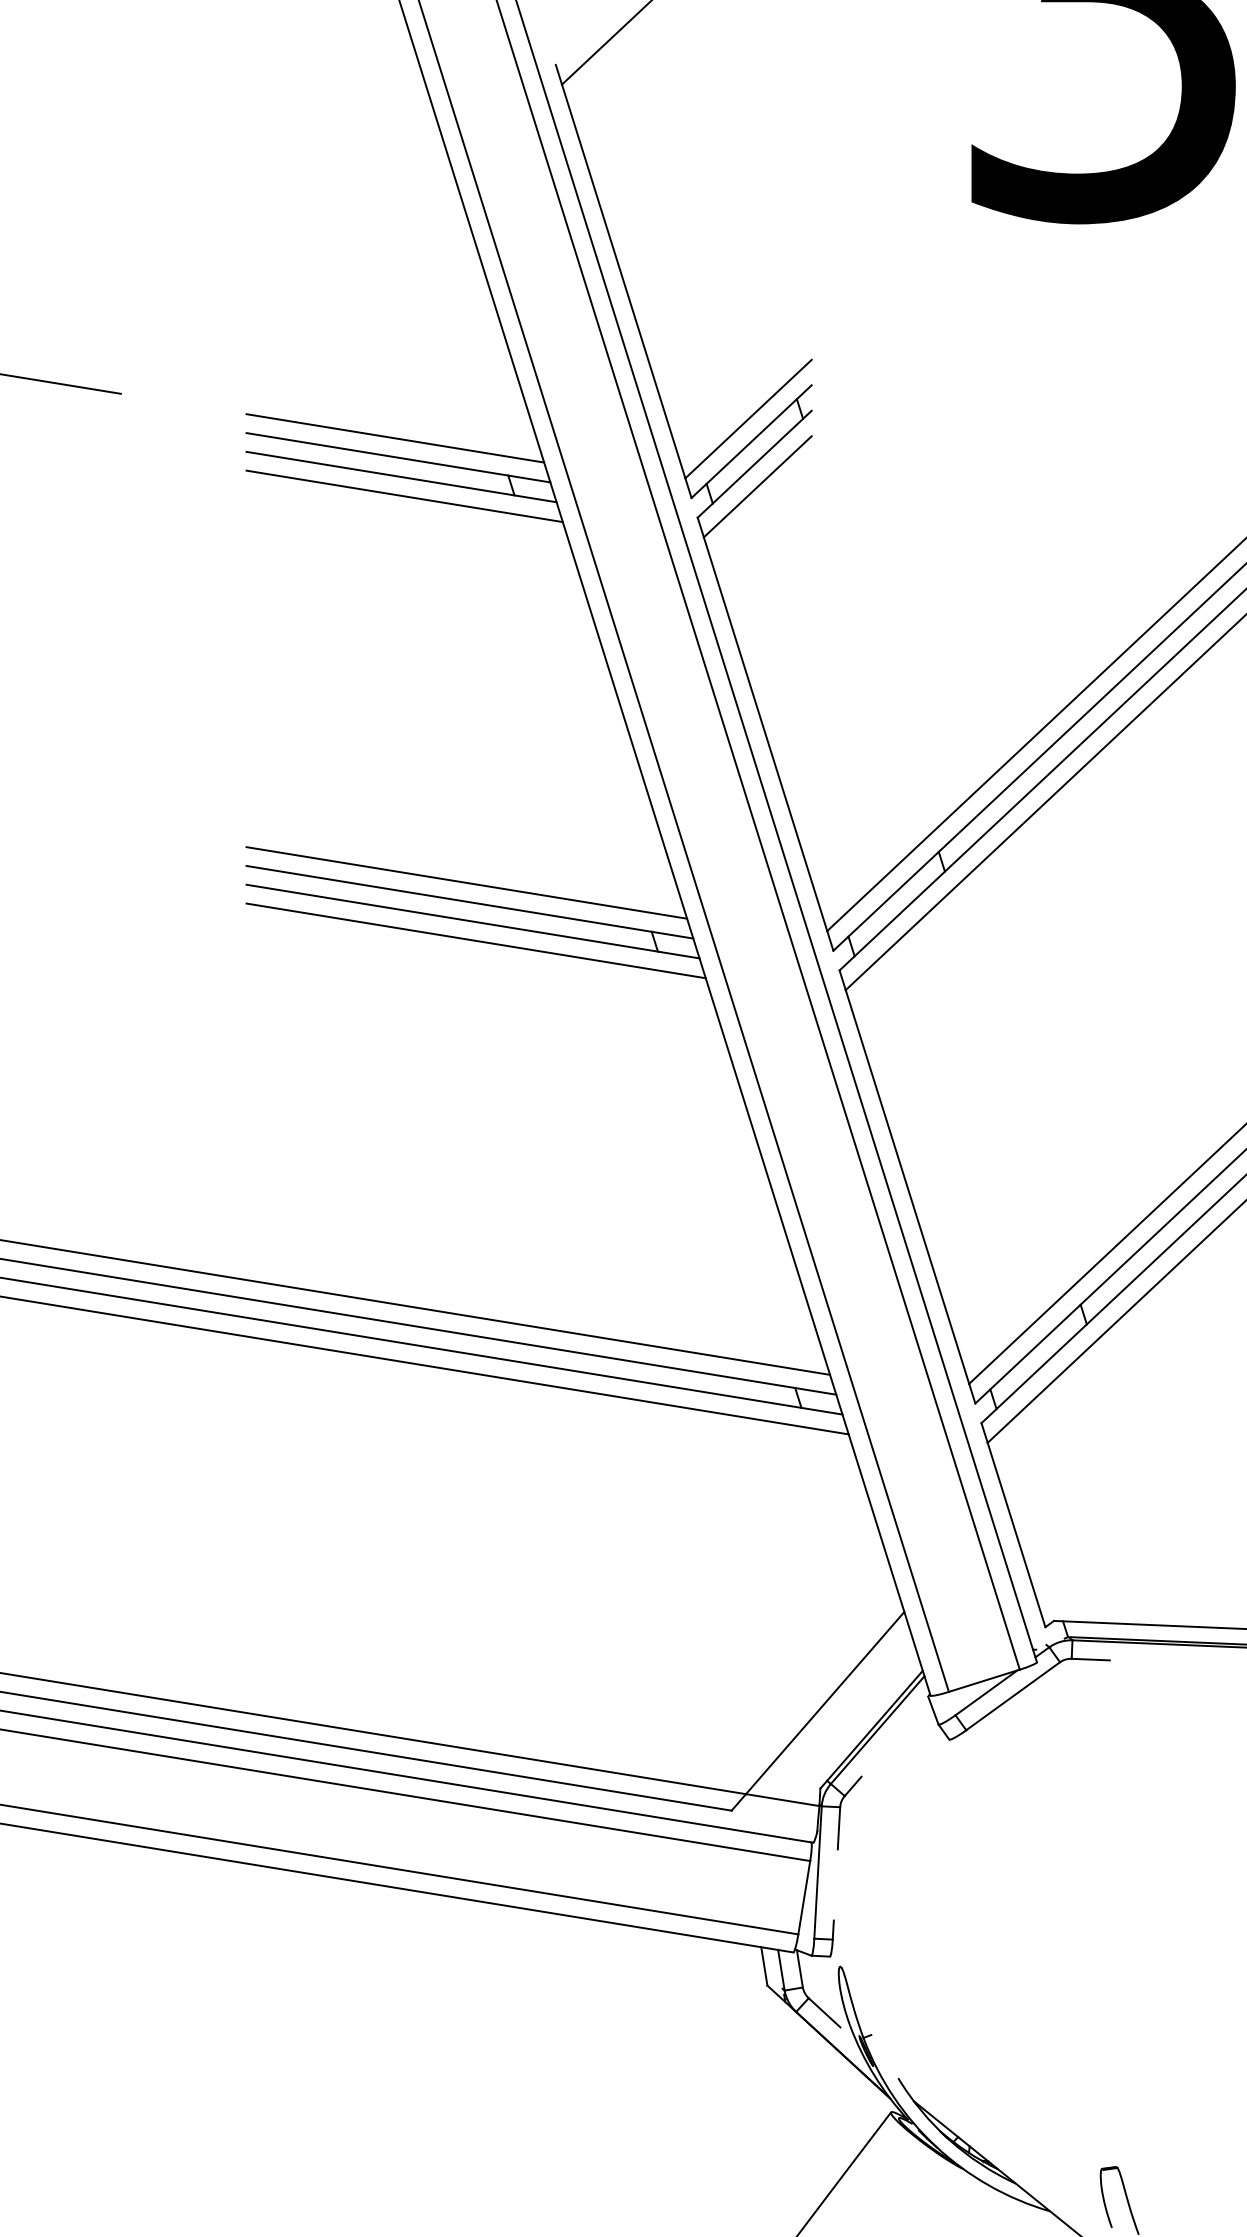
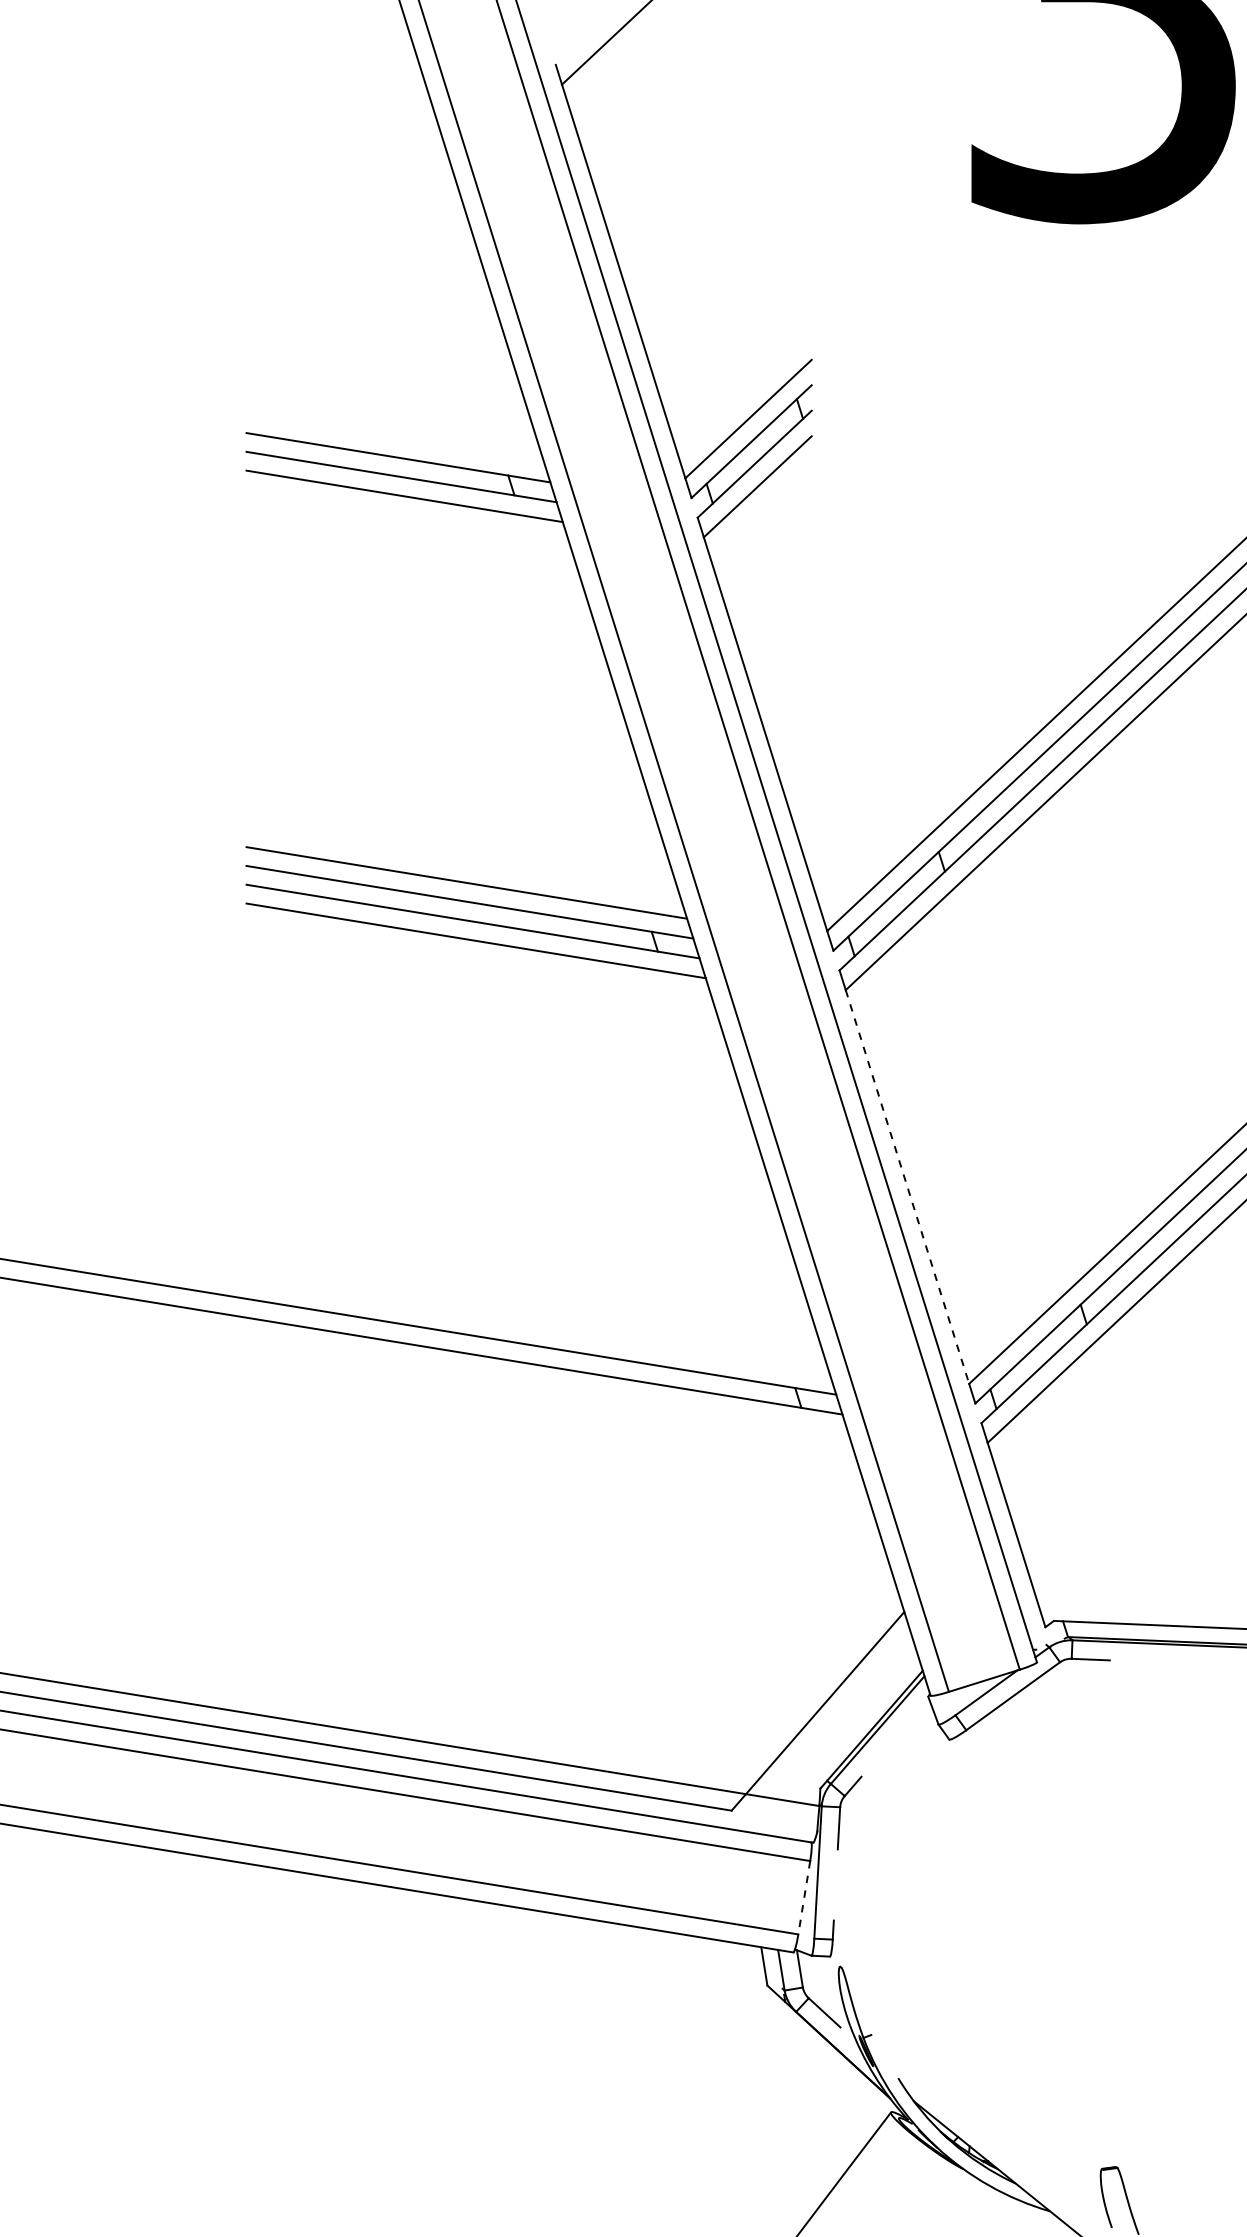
line at (61, 383): present -> none
line at (395, 438): present -> none
line at (907, 1187): solid -> dashed
line at (416, 1307): present -> none
line at (425, 1365): present -> none
line at (804, 1898): solid -> dashed
